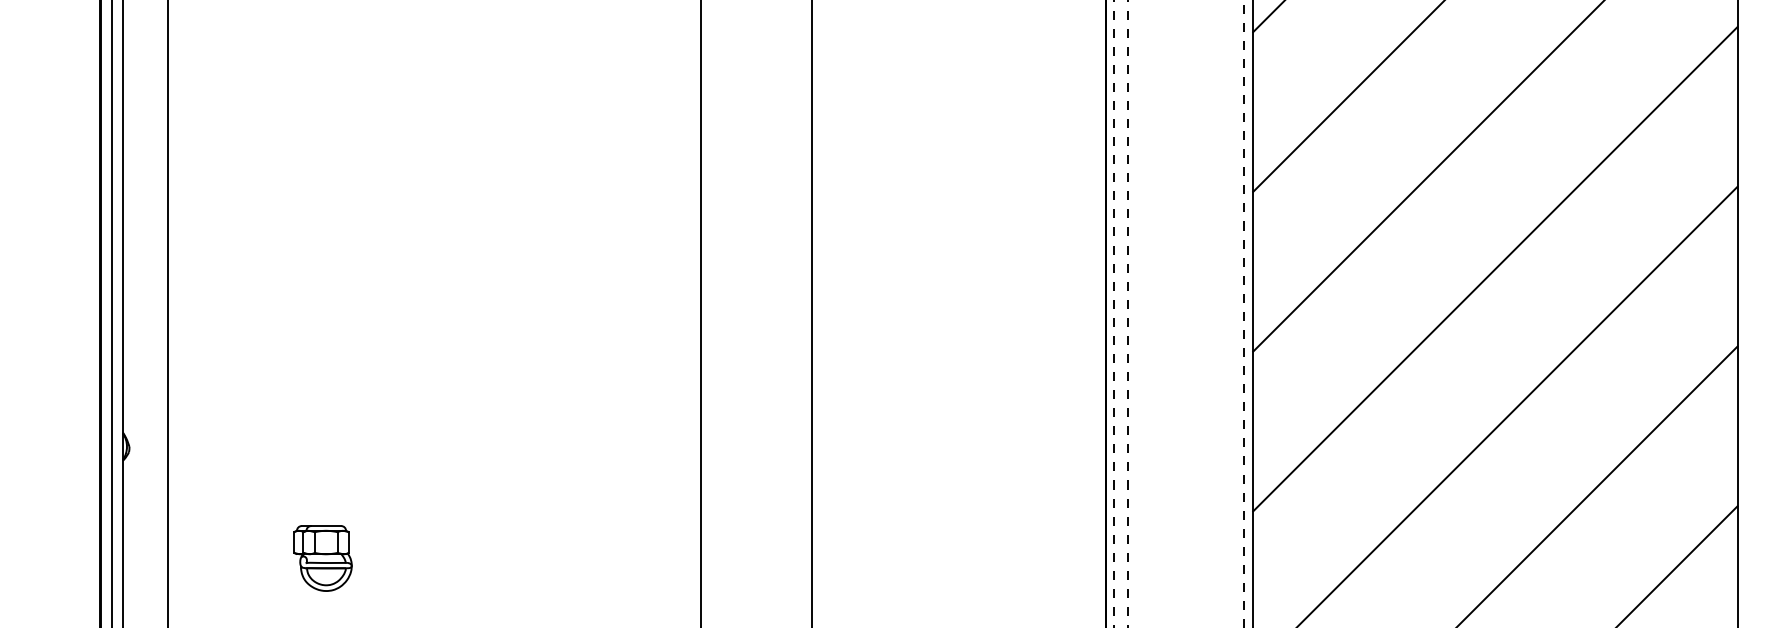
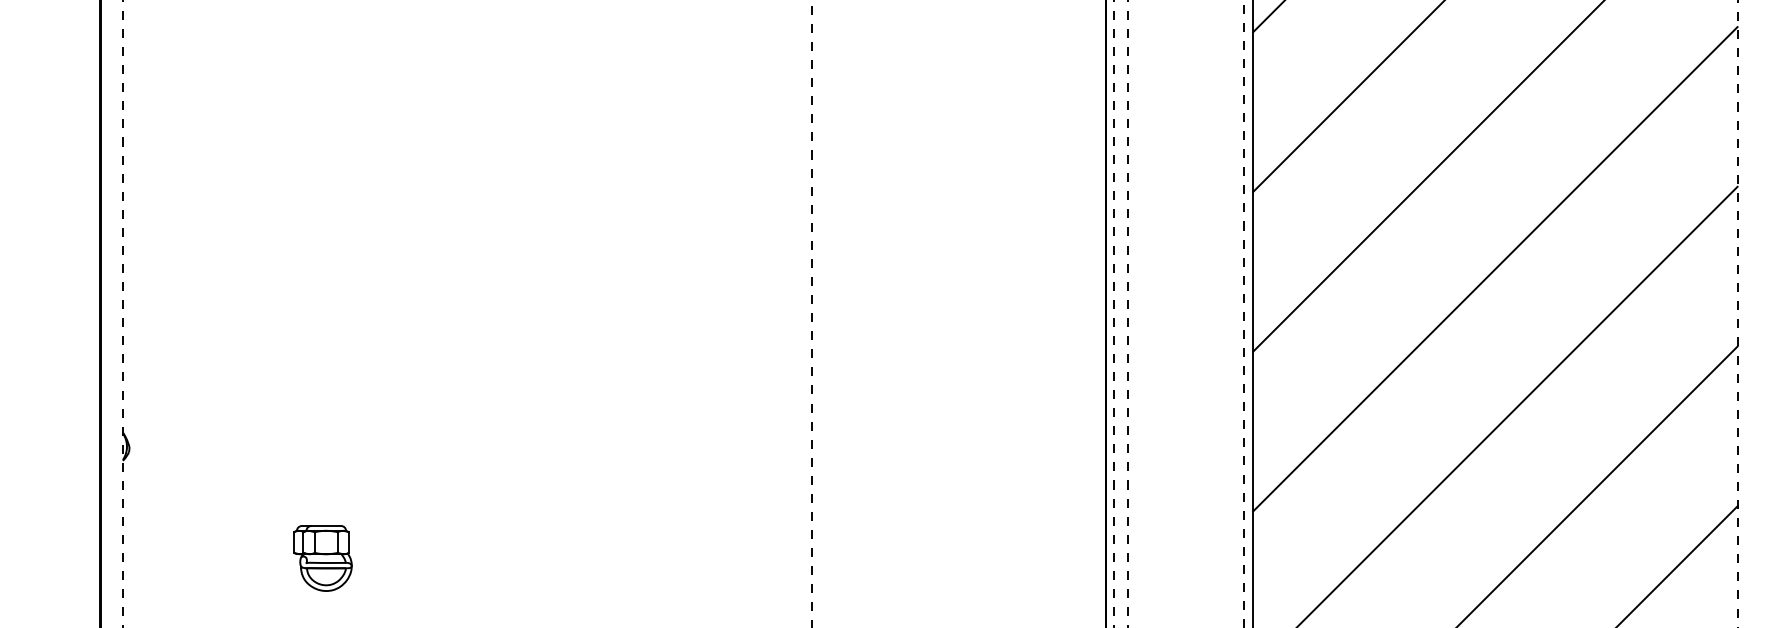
line at (112, 313): present -> none
line at (168, 313): present -> none
line at (700, 313): present -> none
line at (122, 314): solid -> dashed
line at (811, 314): solid -> dashed
line at (1738, 314): solid -> dashed
